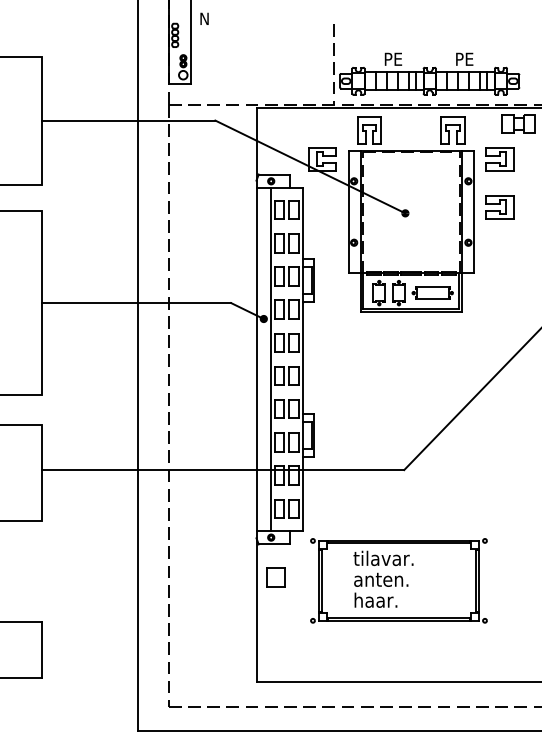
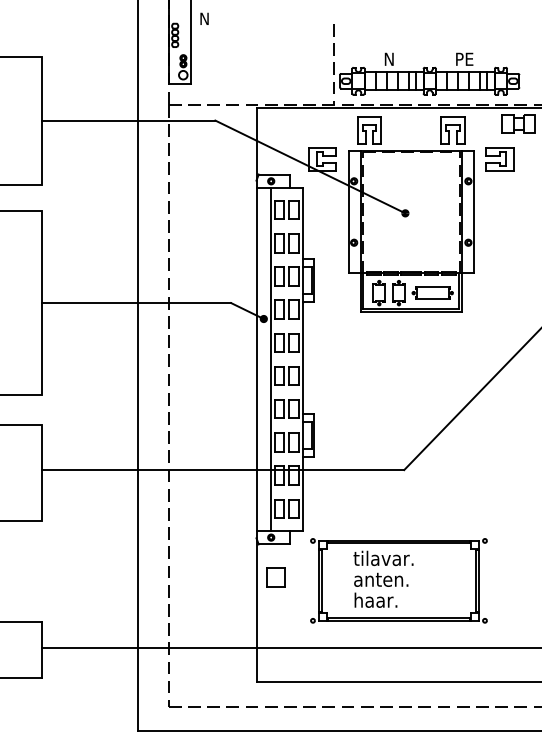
text at (394, 58): PE -> N
part at (499, 207): present -> none
line at (290, 647): none -> present
